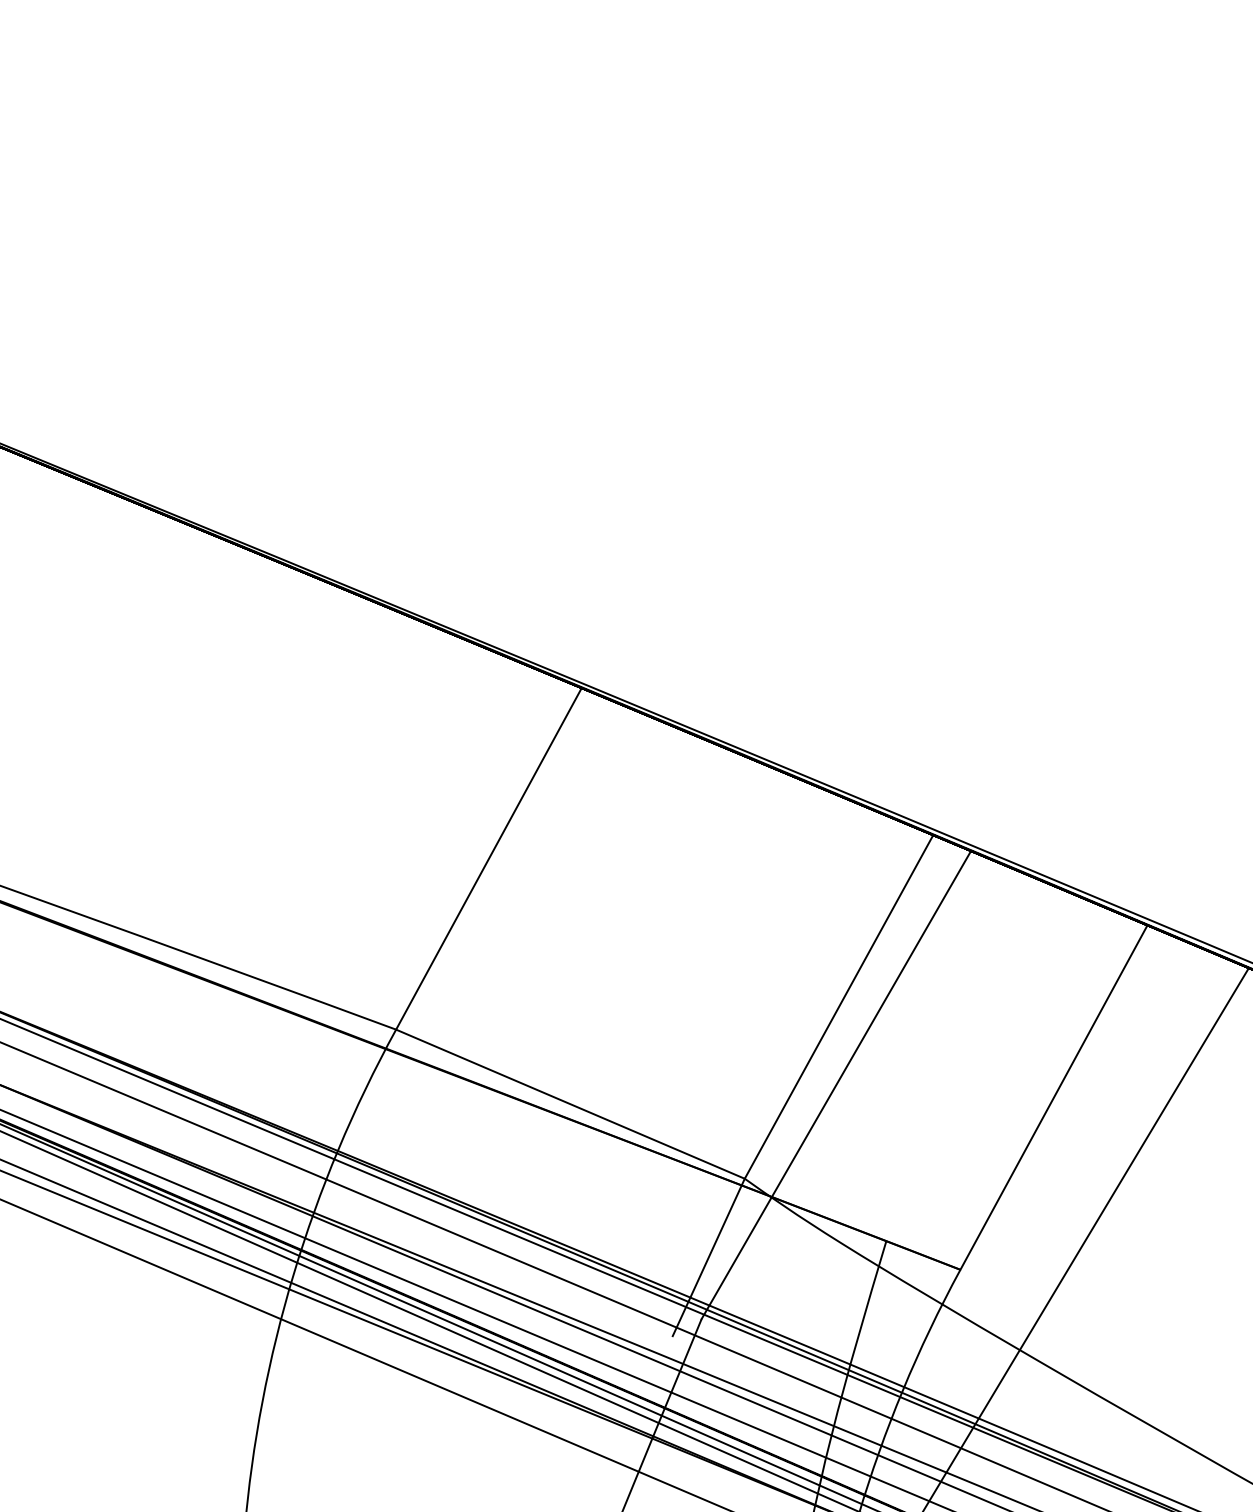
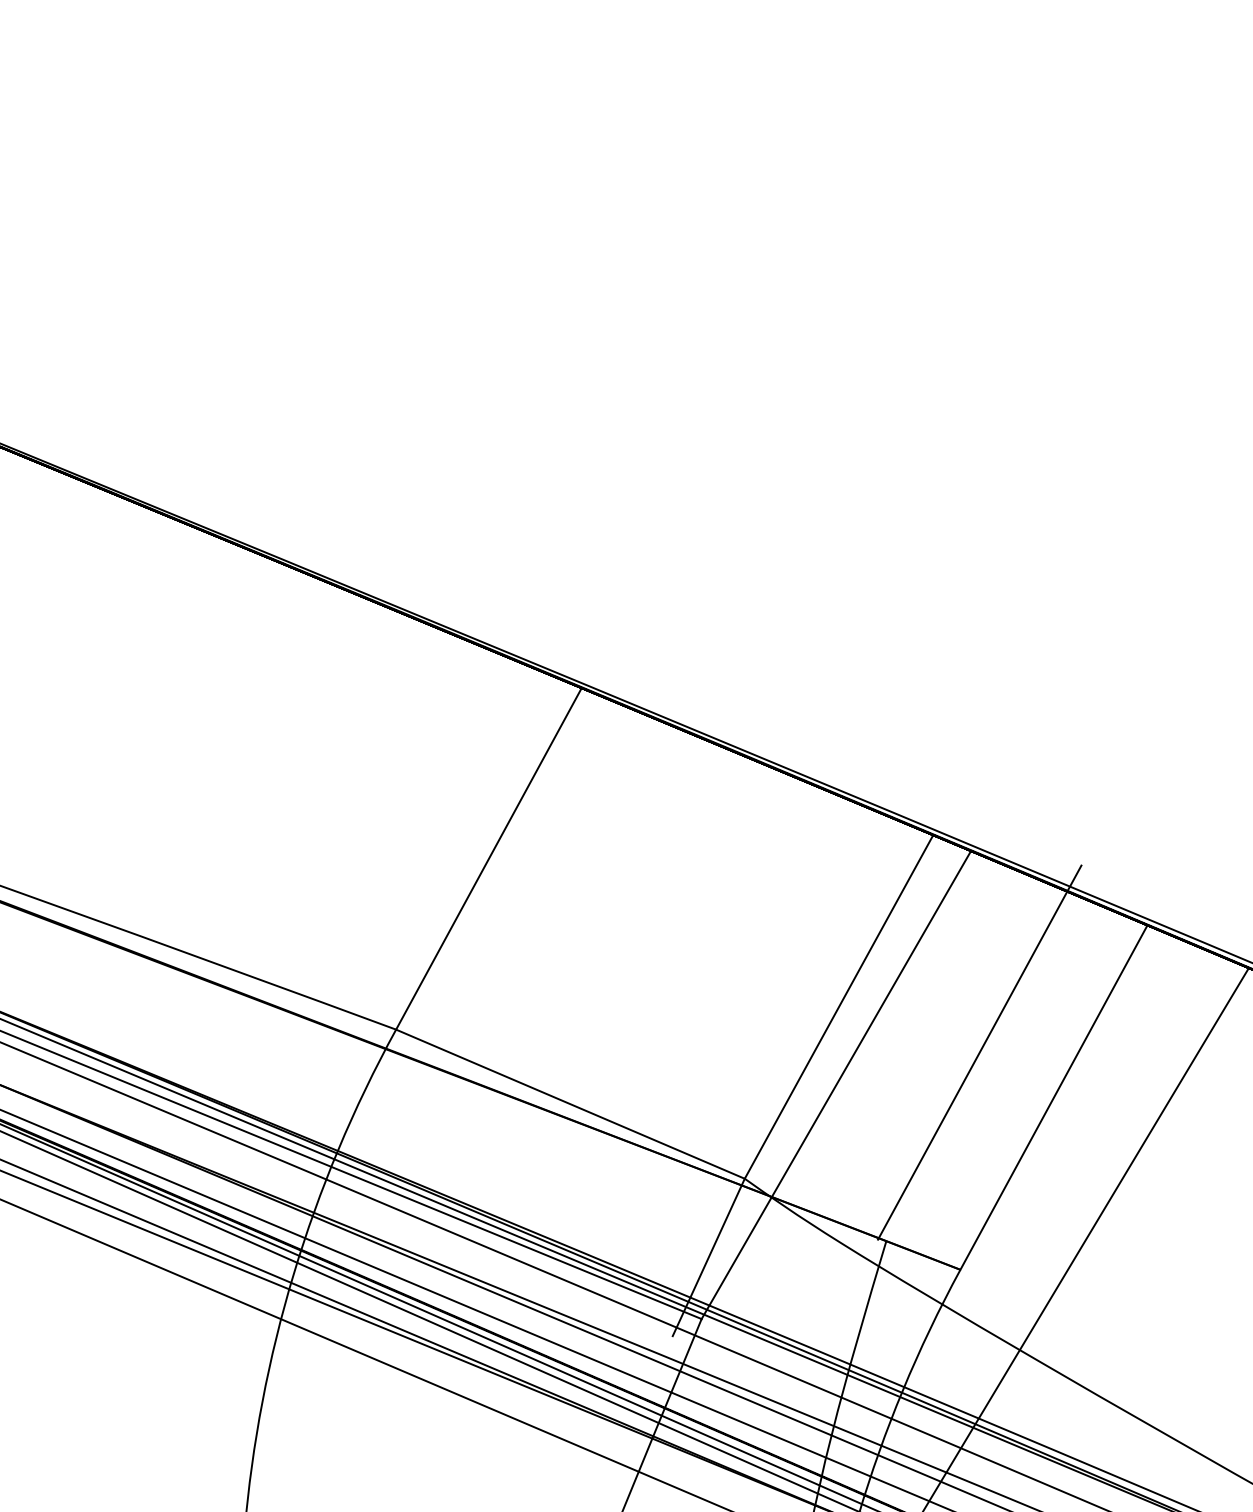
line at (979, 1052): none -> present
line at (351, 1175): none -> present
